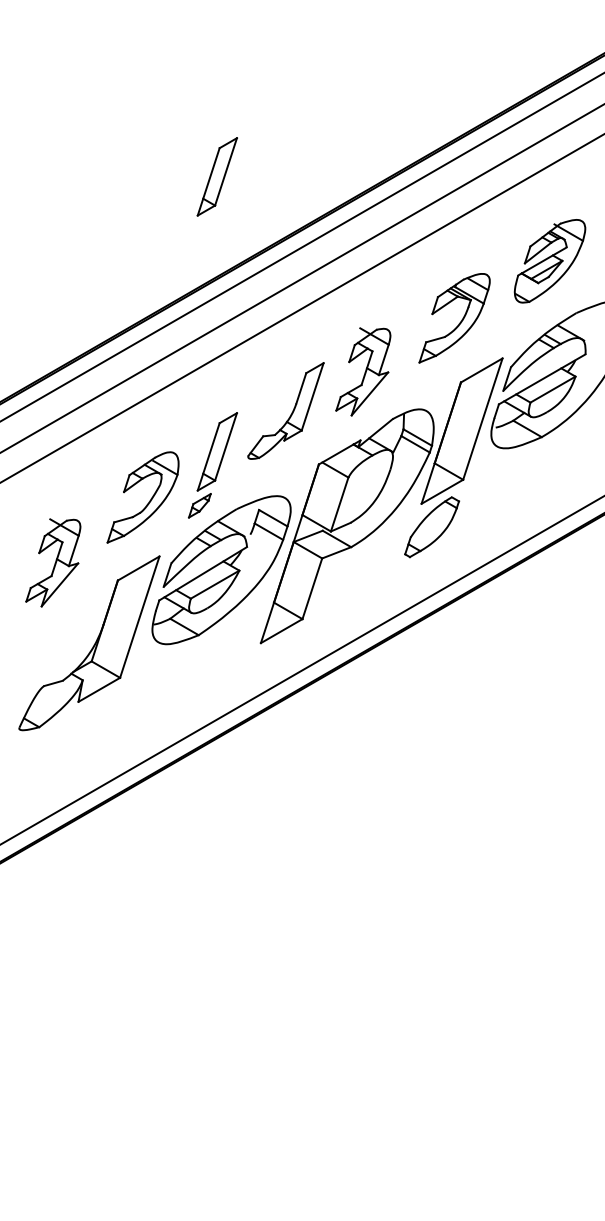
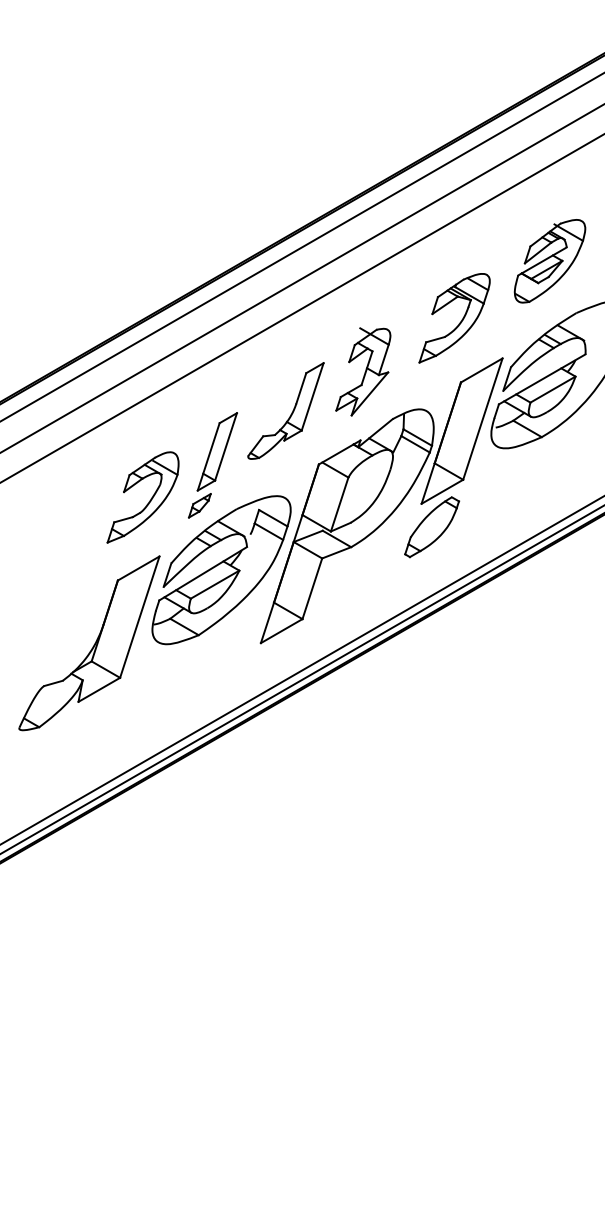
part at (216, 176): present -> none
part at (53, 562): present -> none
line at (301, 679): none -> present
